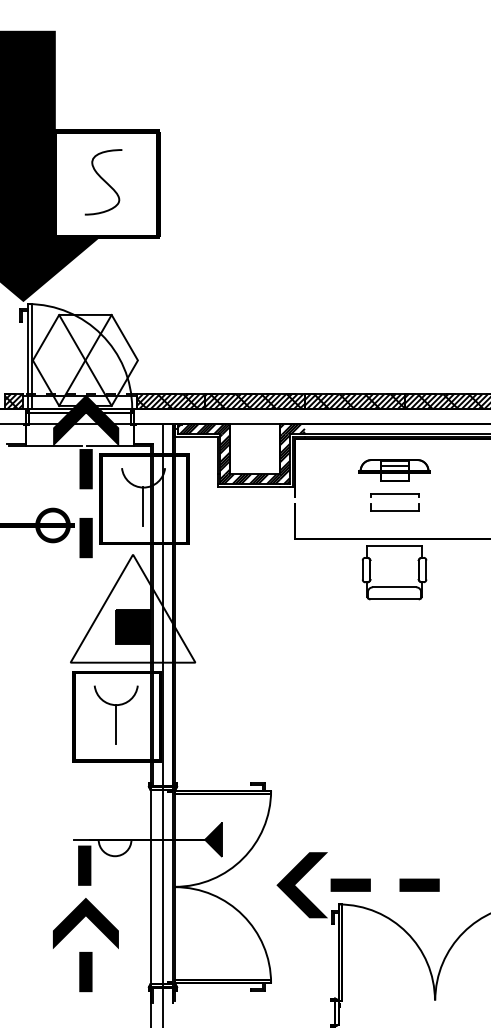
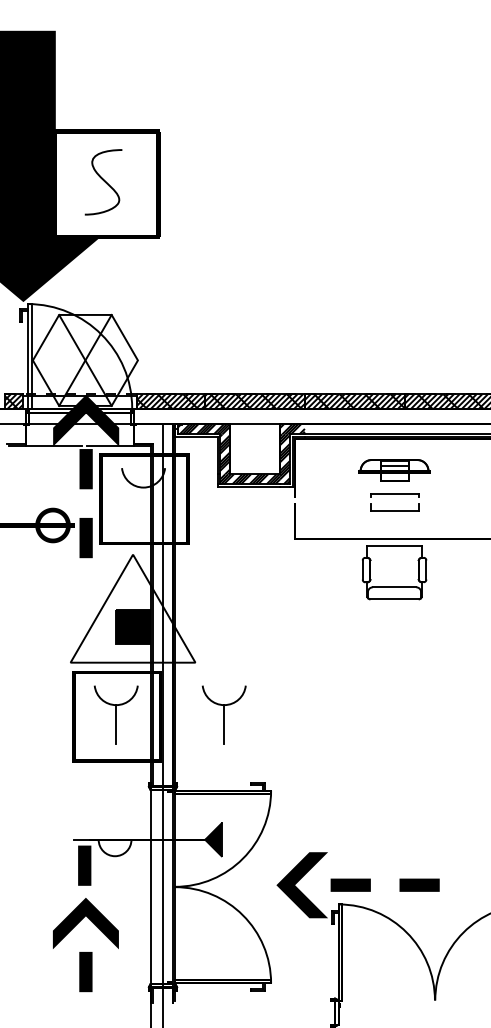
line at (143, 506): present -> none
part at (223, 714): none -> present
